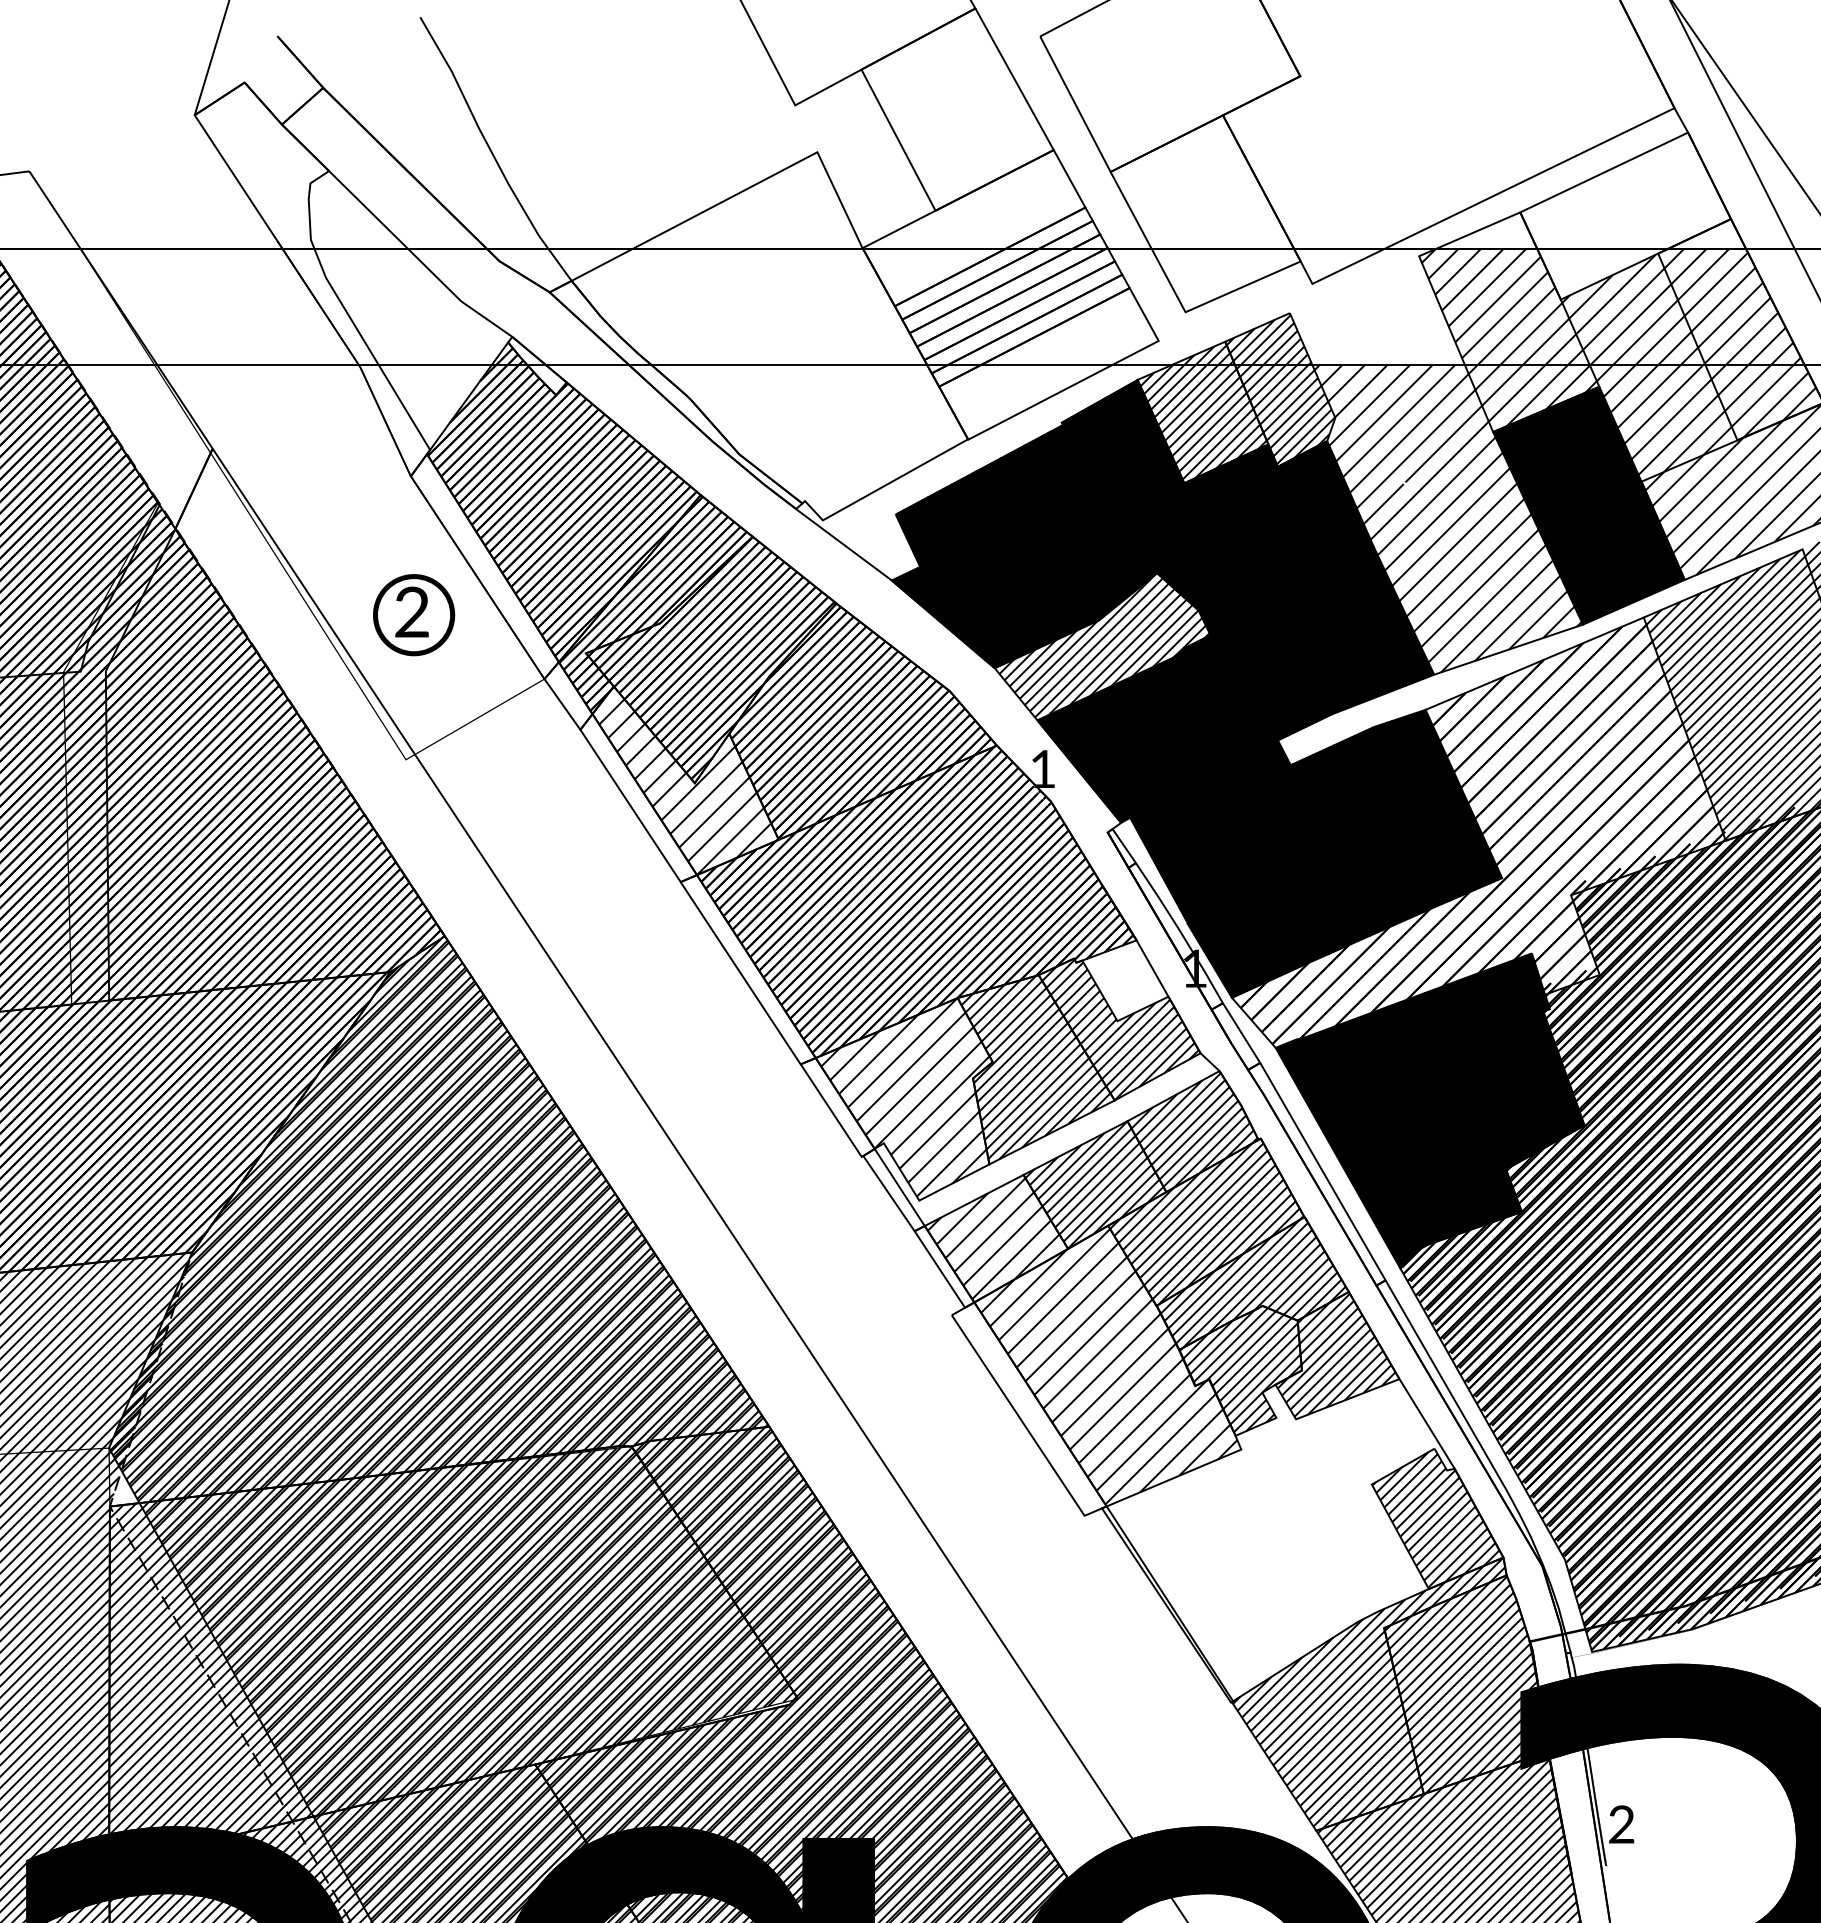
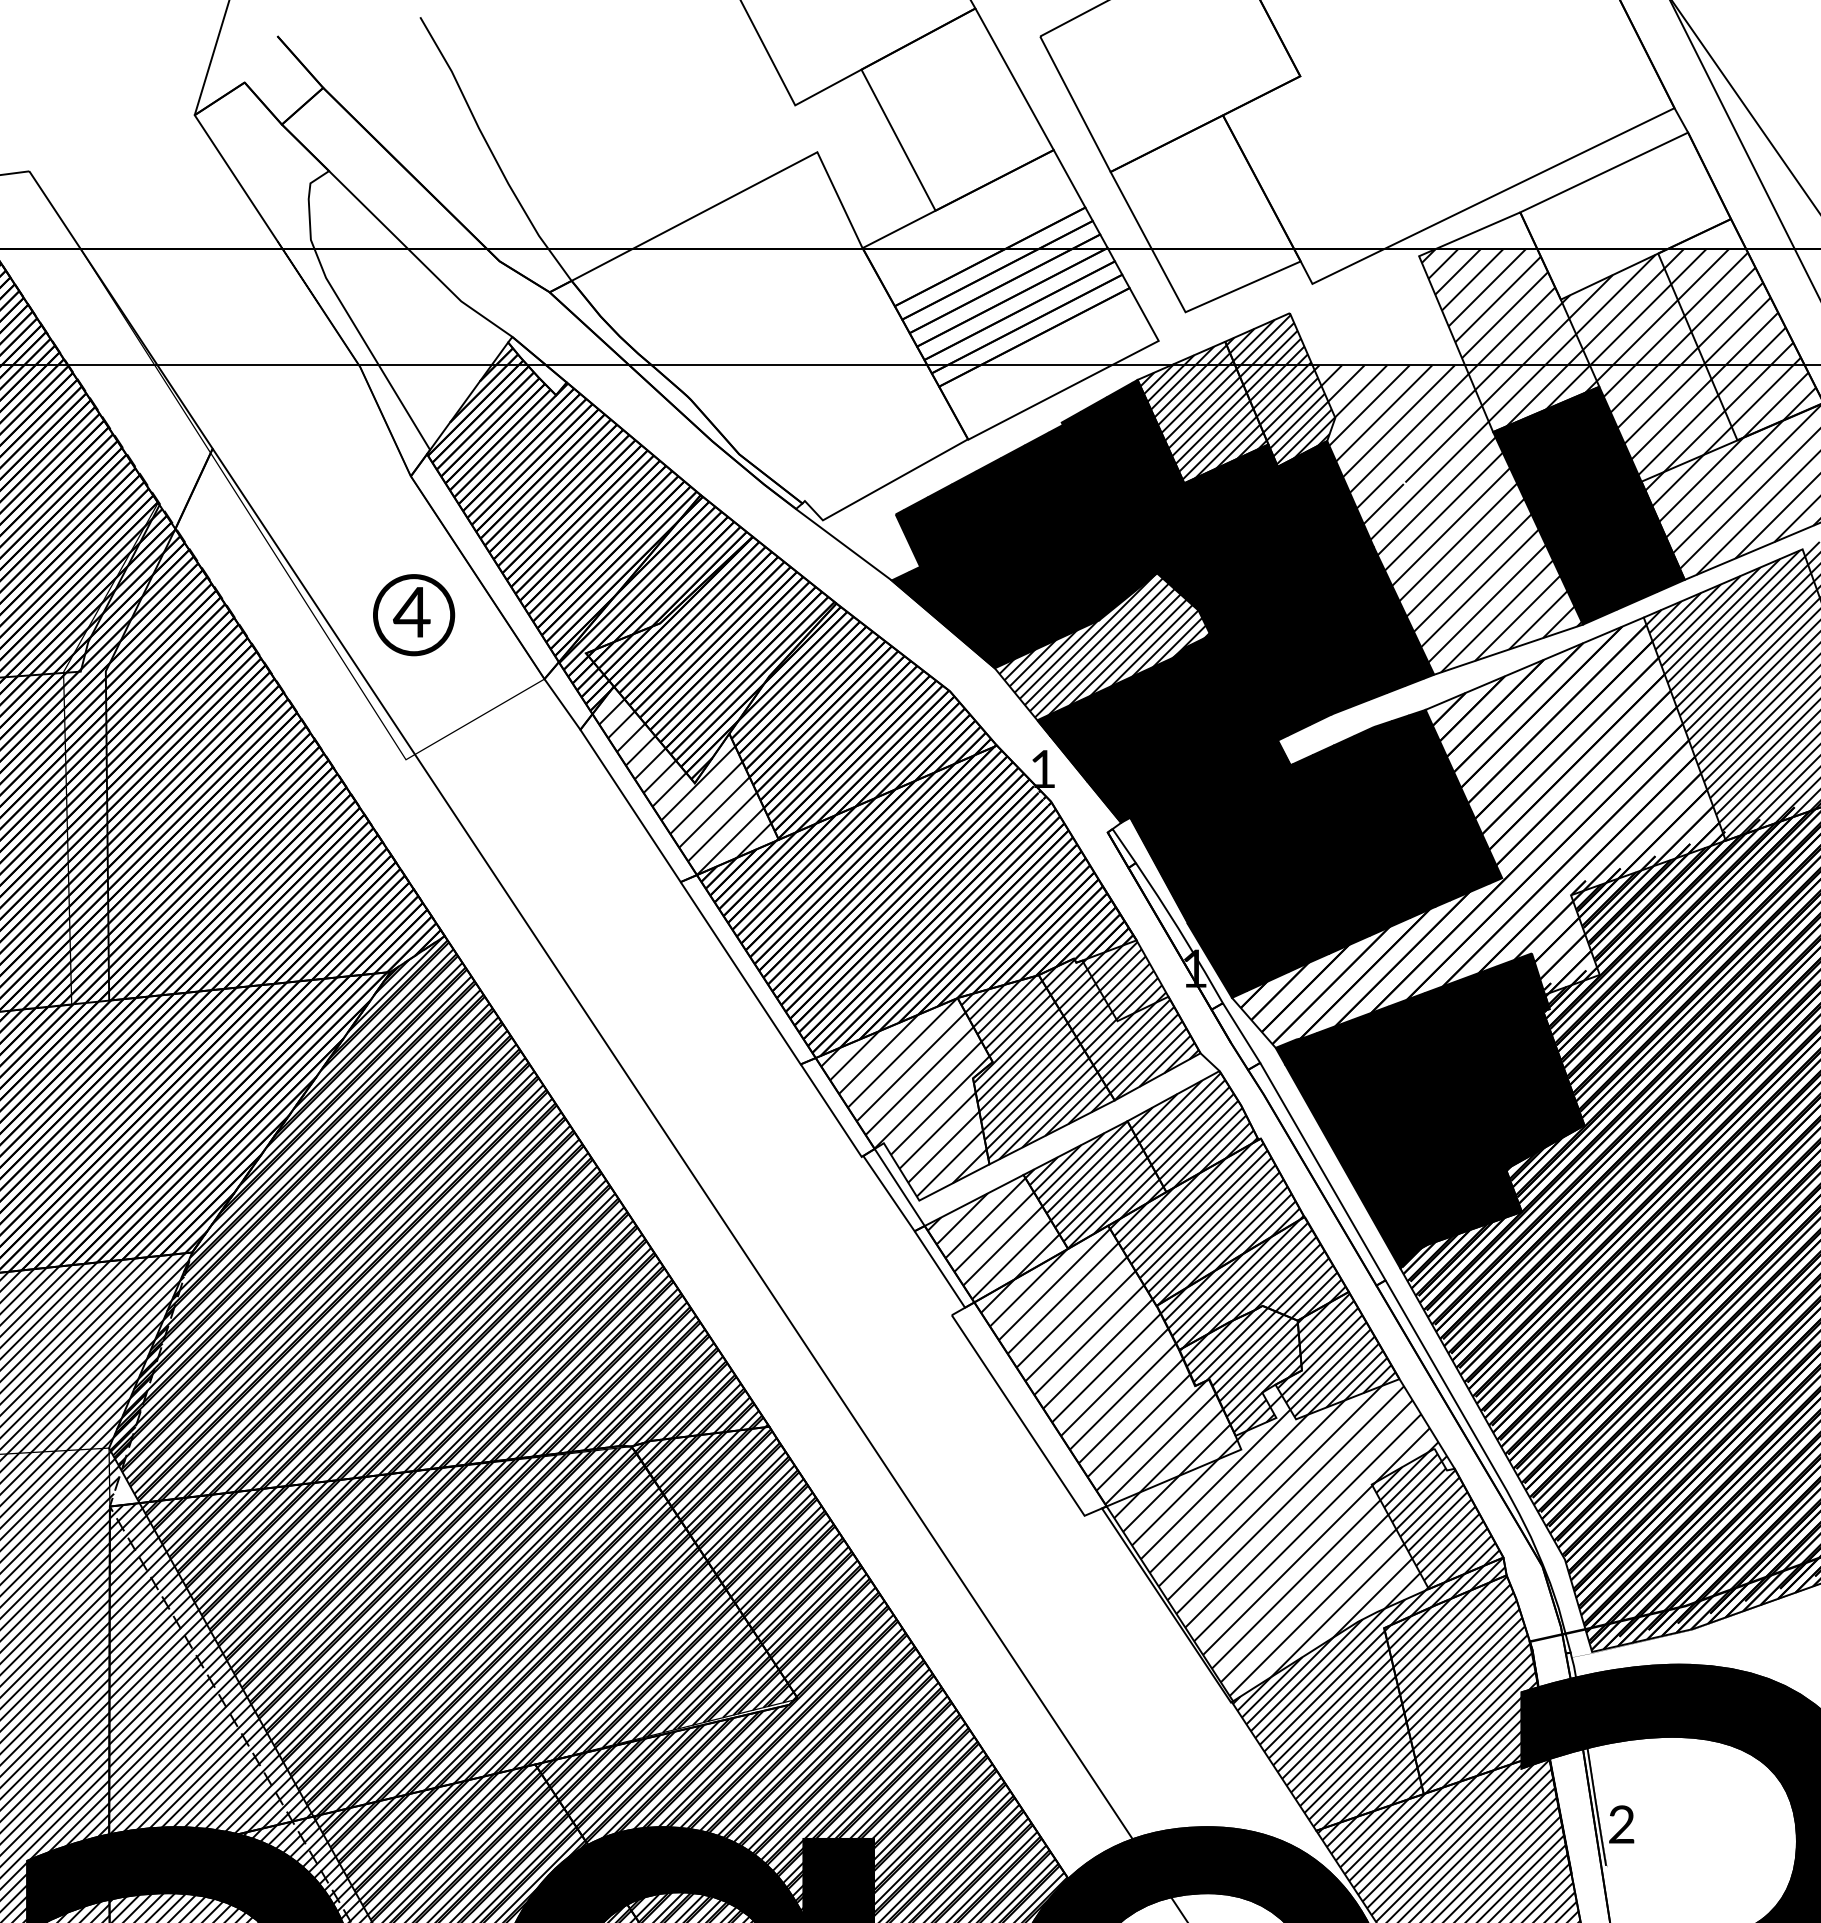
text at (411, 611): 2 -> 4
hatch at (1124, 980): none -> present
hatch at (1280, 1541): none -> present
